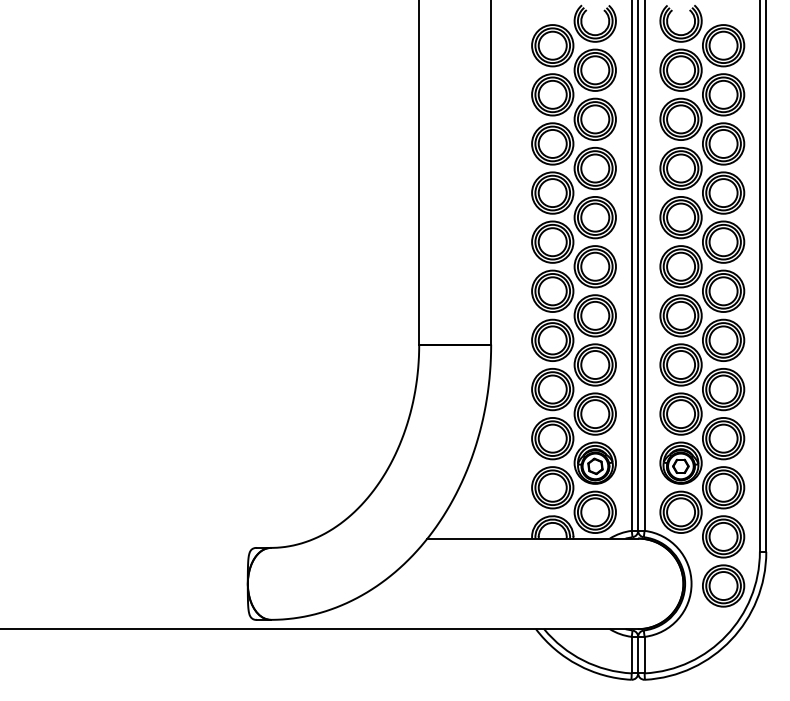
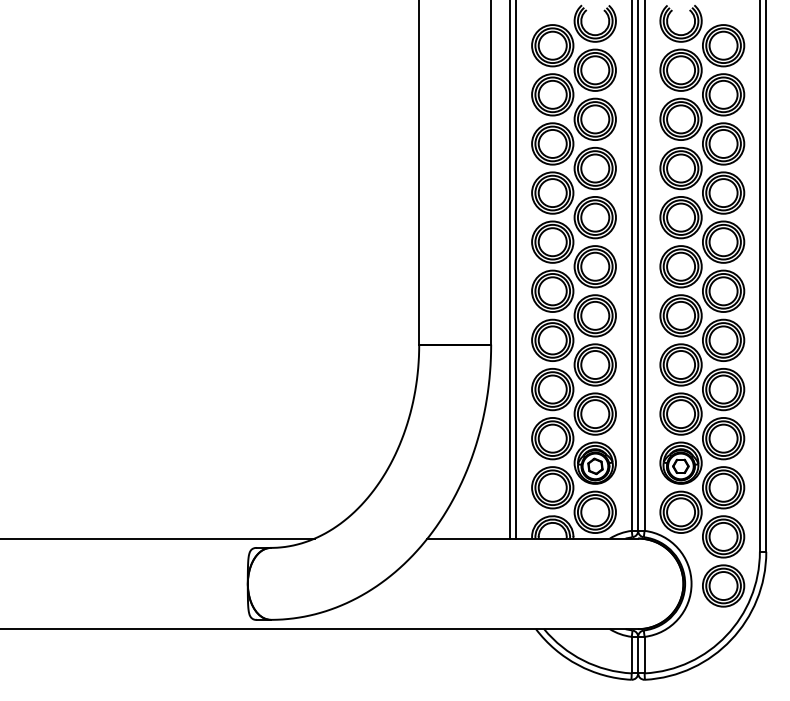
line at (510, 270): none -> present
line at (516, 270): none -> present
line at (158, 538): none -> present
